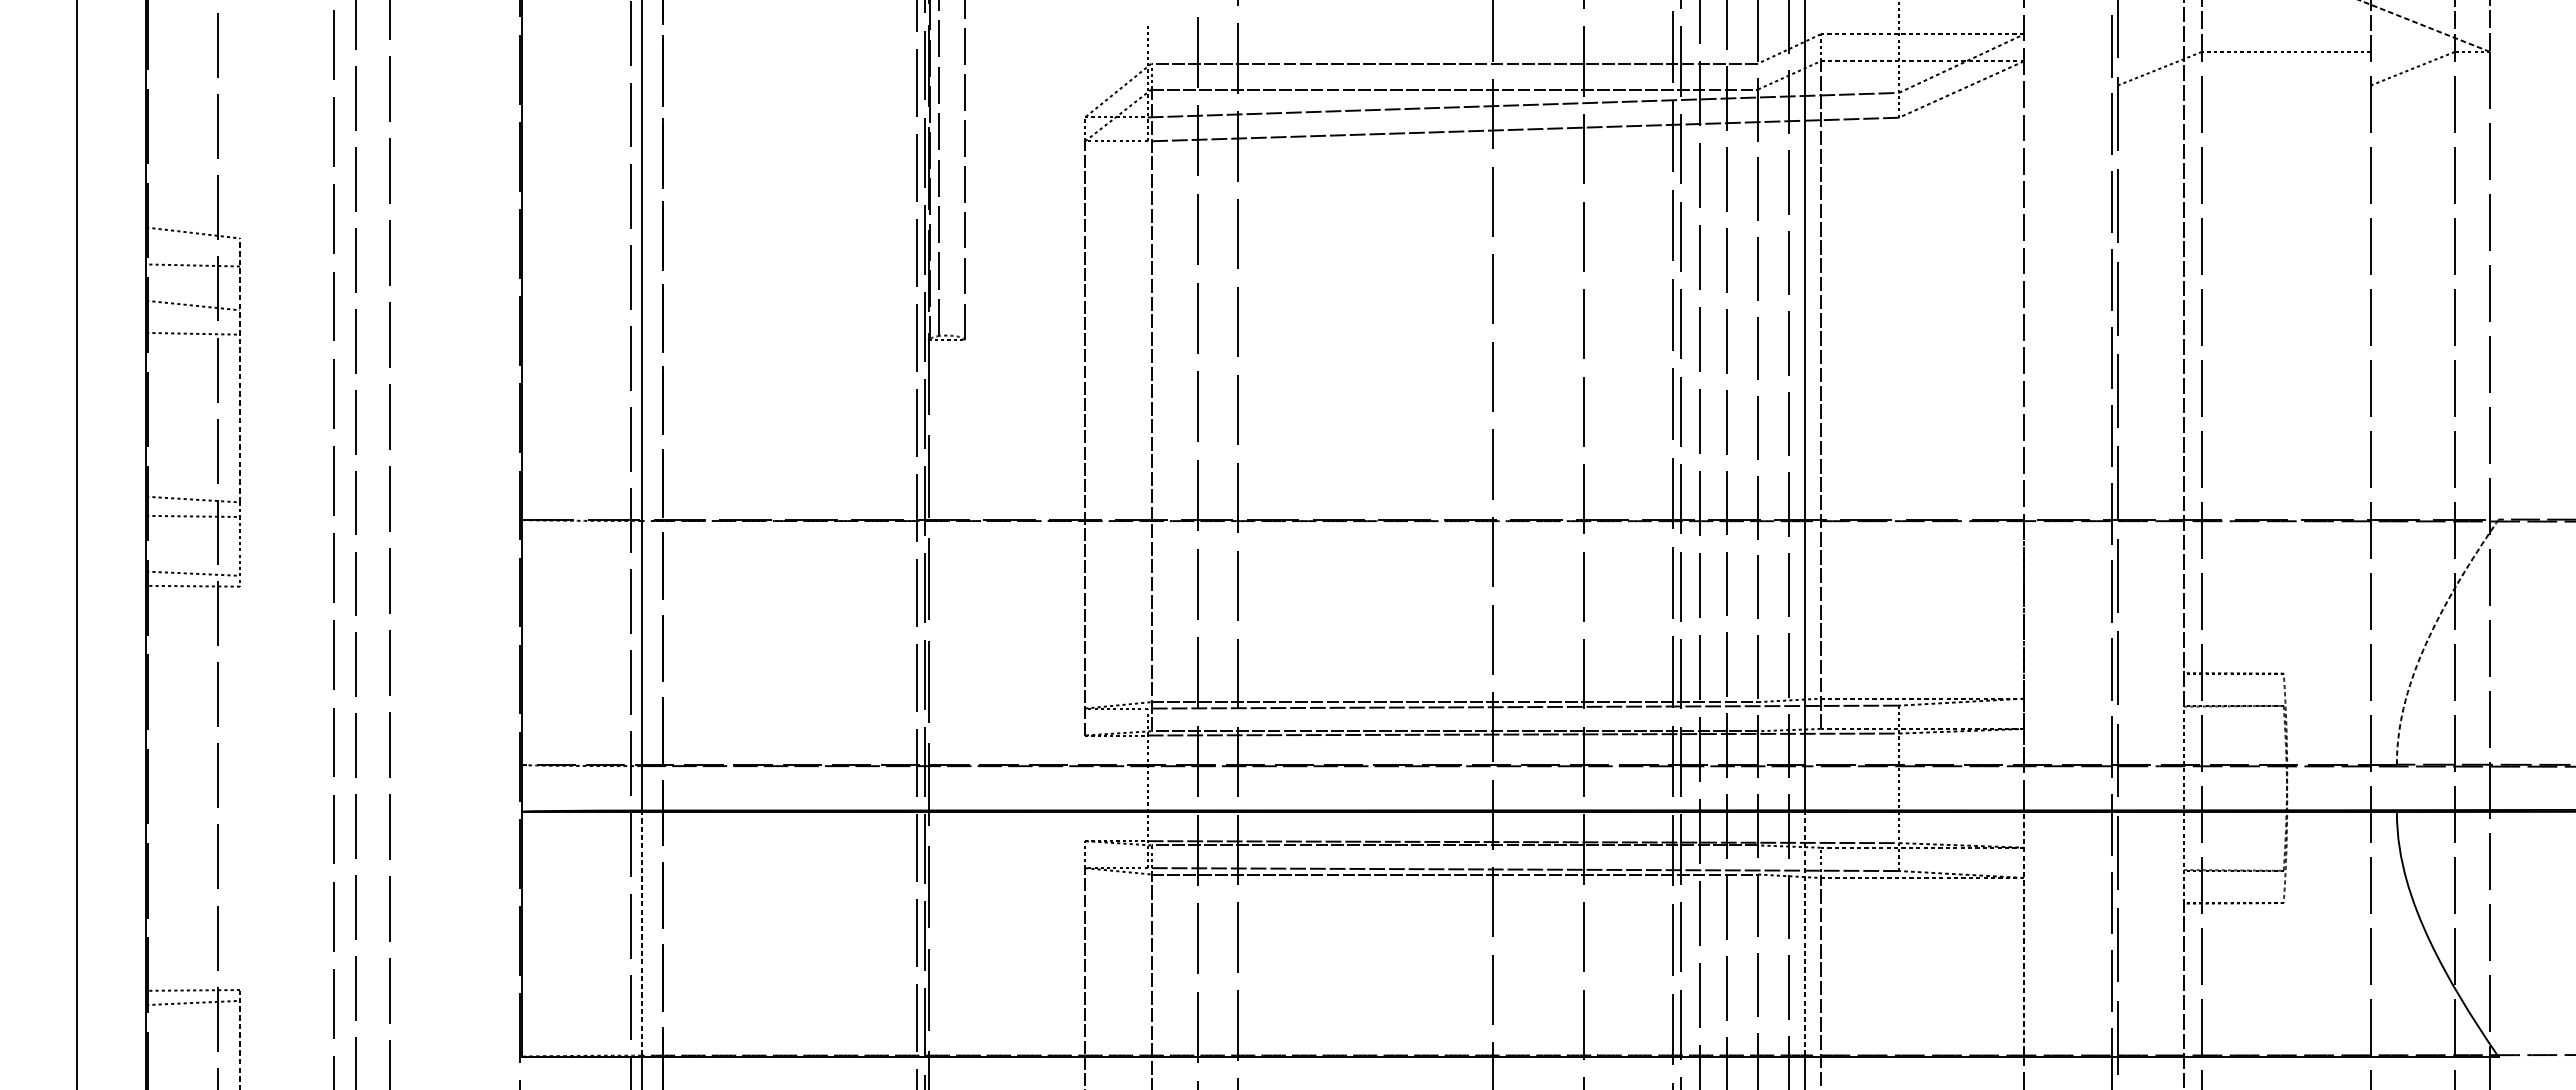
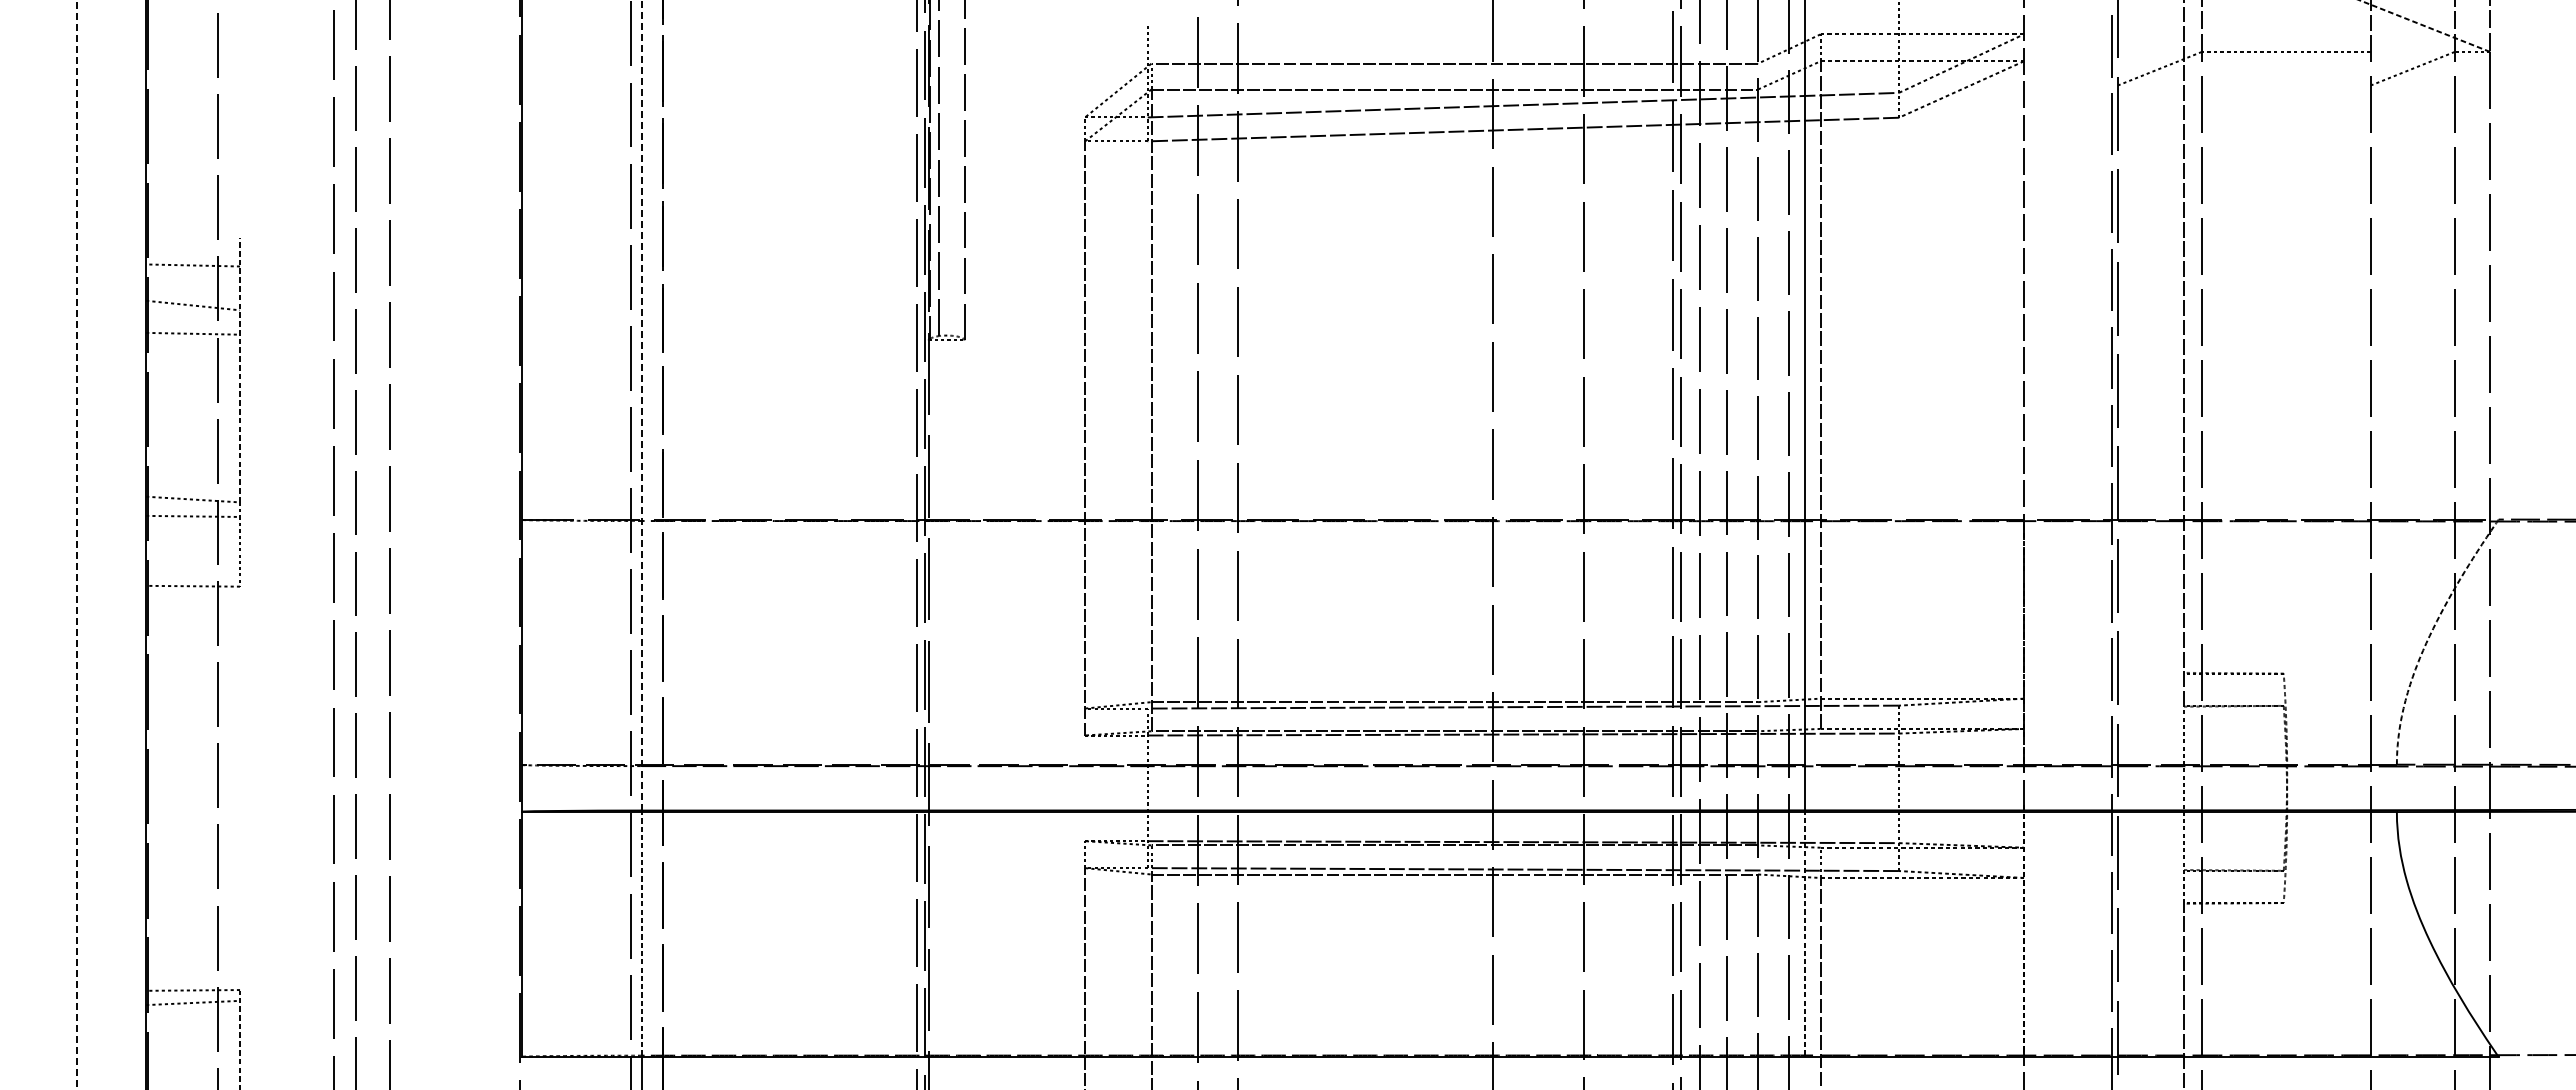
line at (193, 232): present -> none
line at (641, 405): solid -> dashed
line at (77, 545): solid -> dashed
line at (193, 573): present -> none
line at (1805, 1071): present -> none
